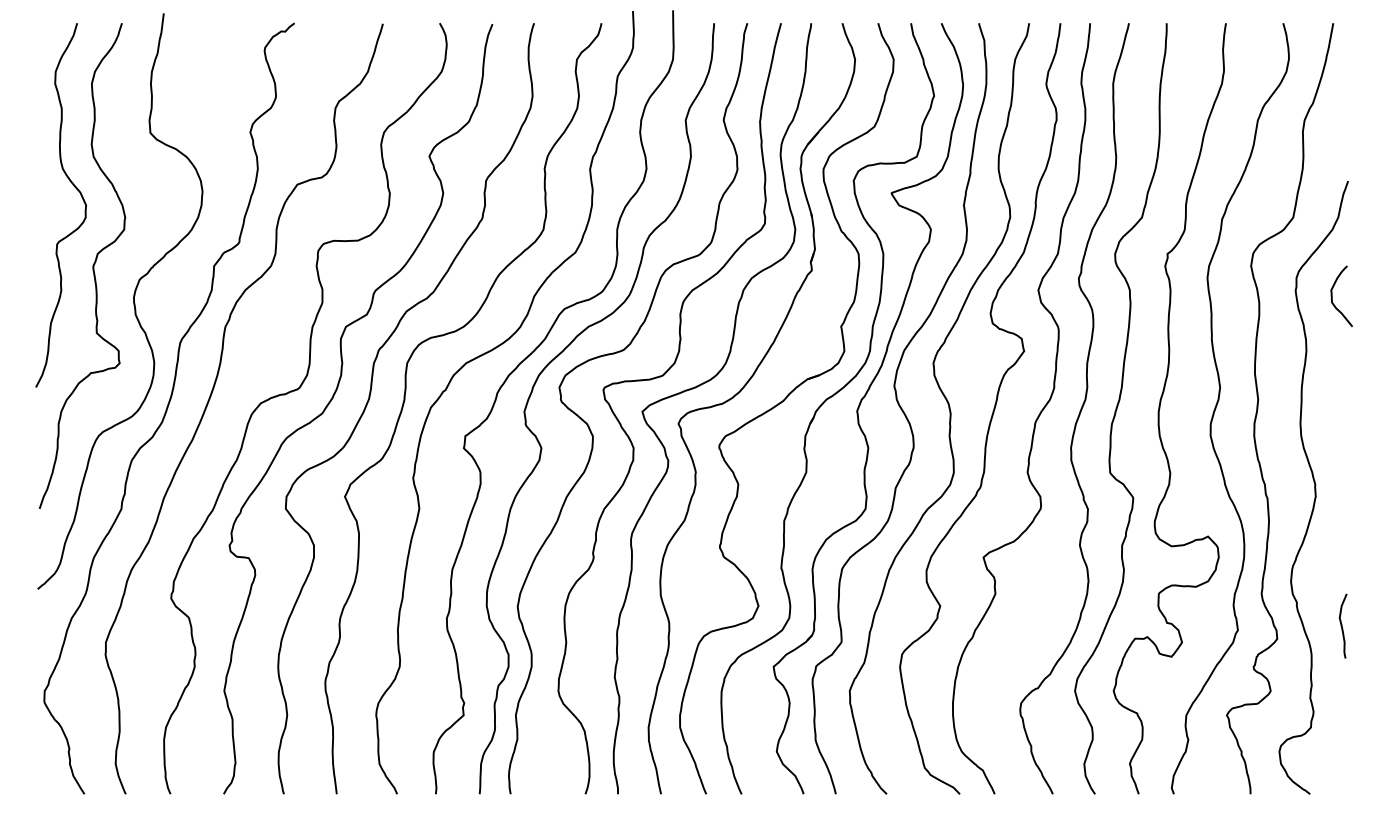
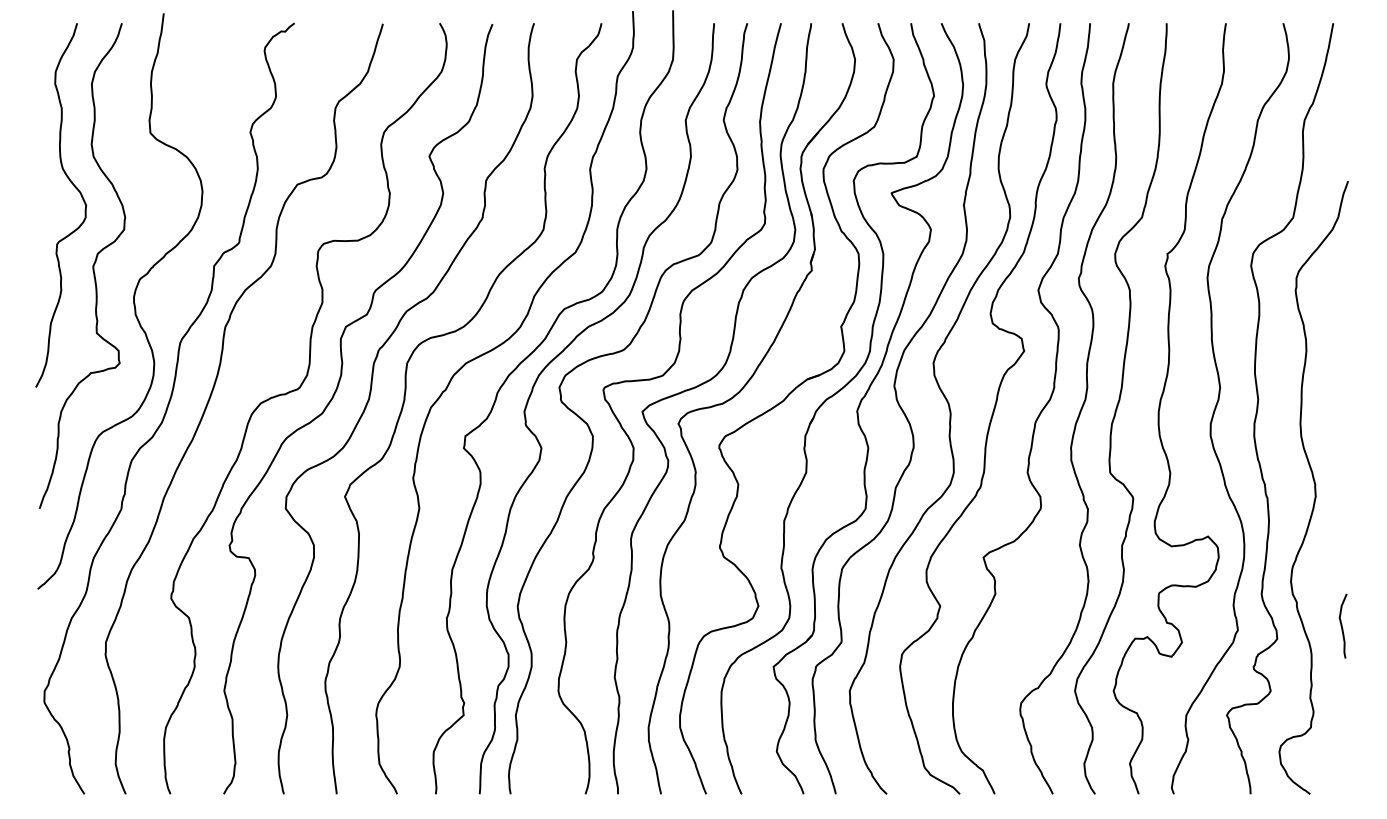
curve at (1332, 296): present -> none
